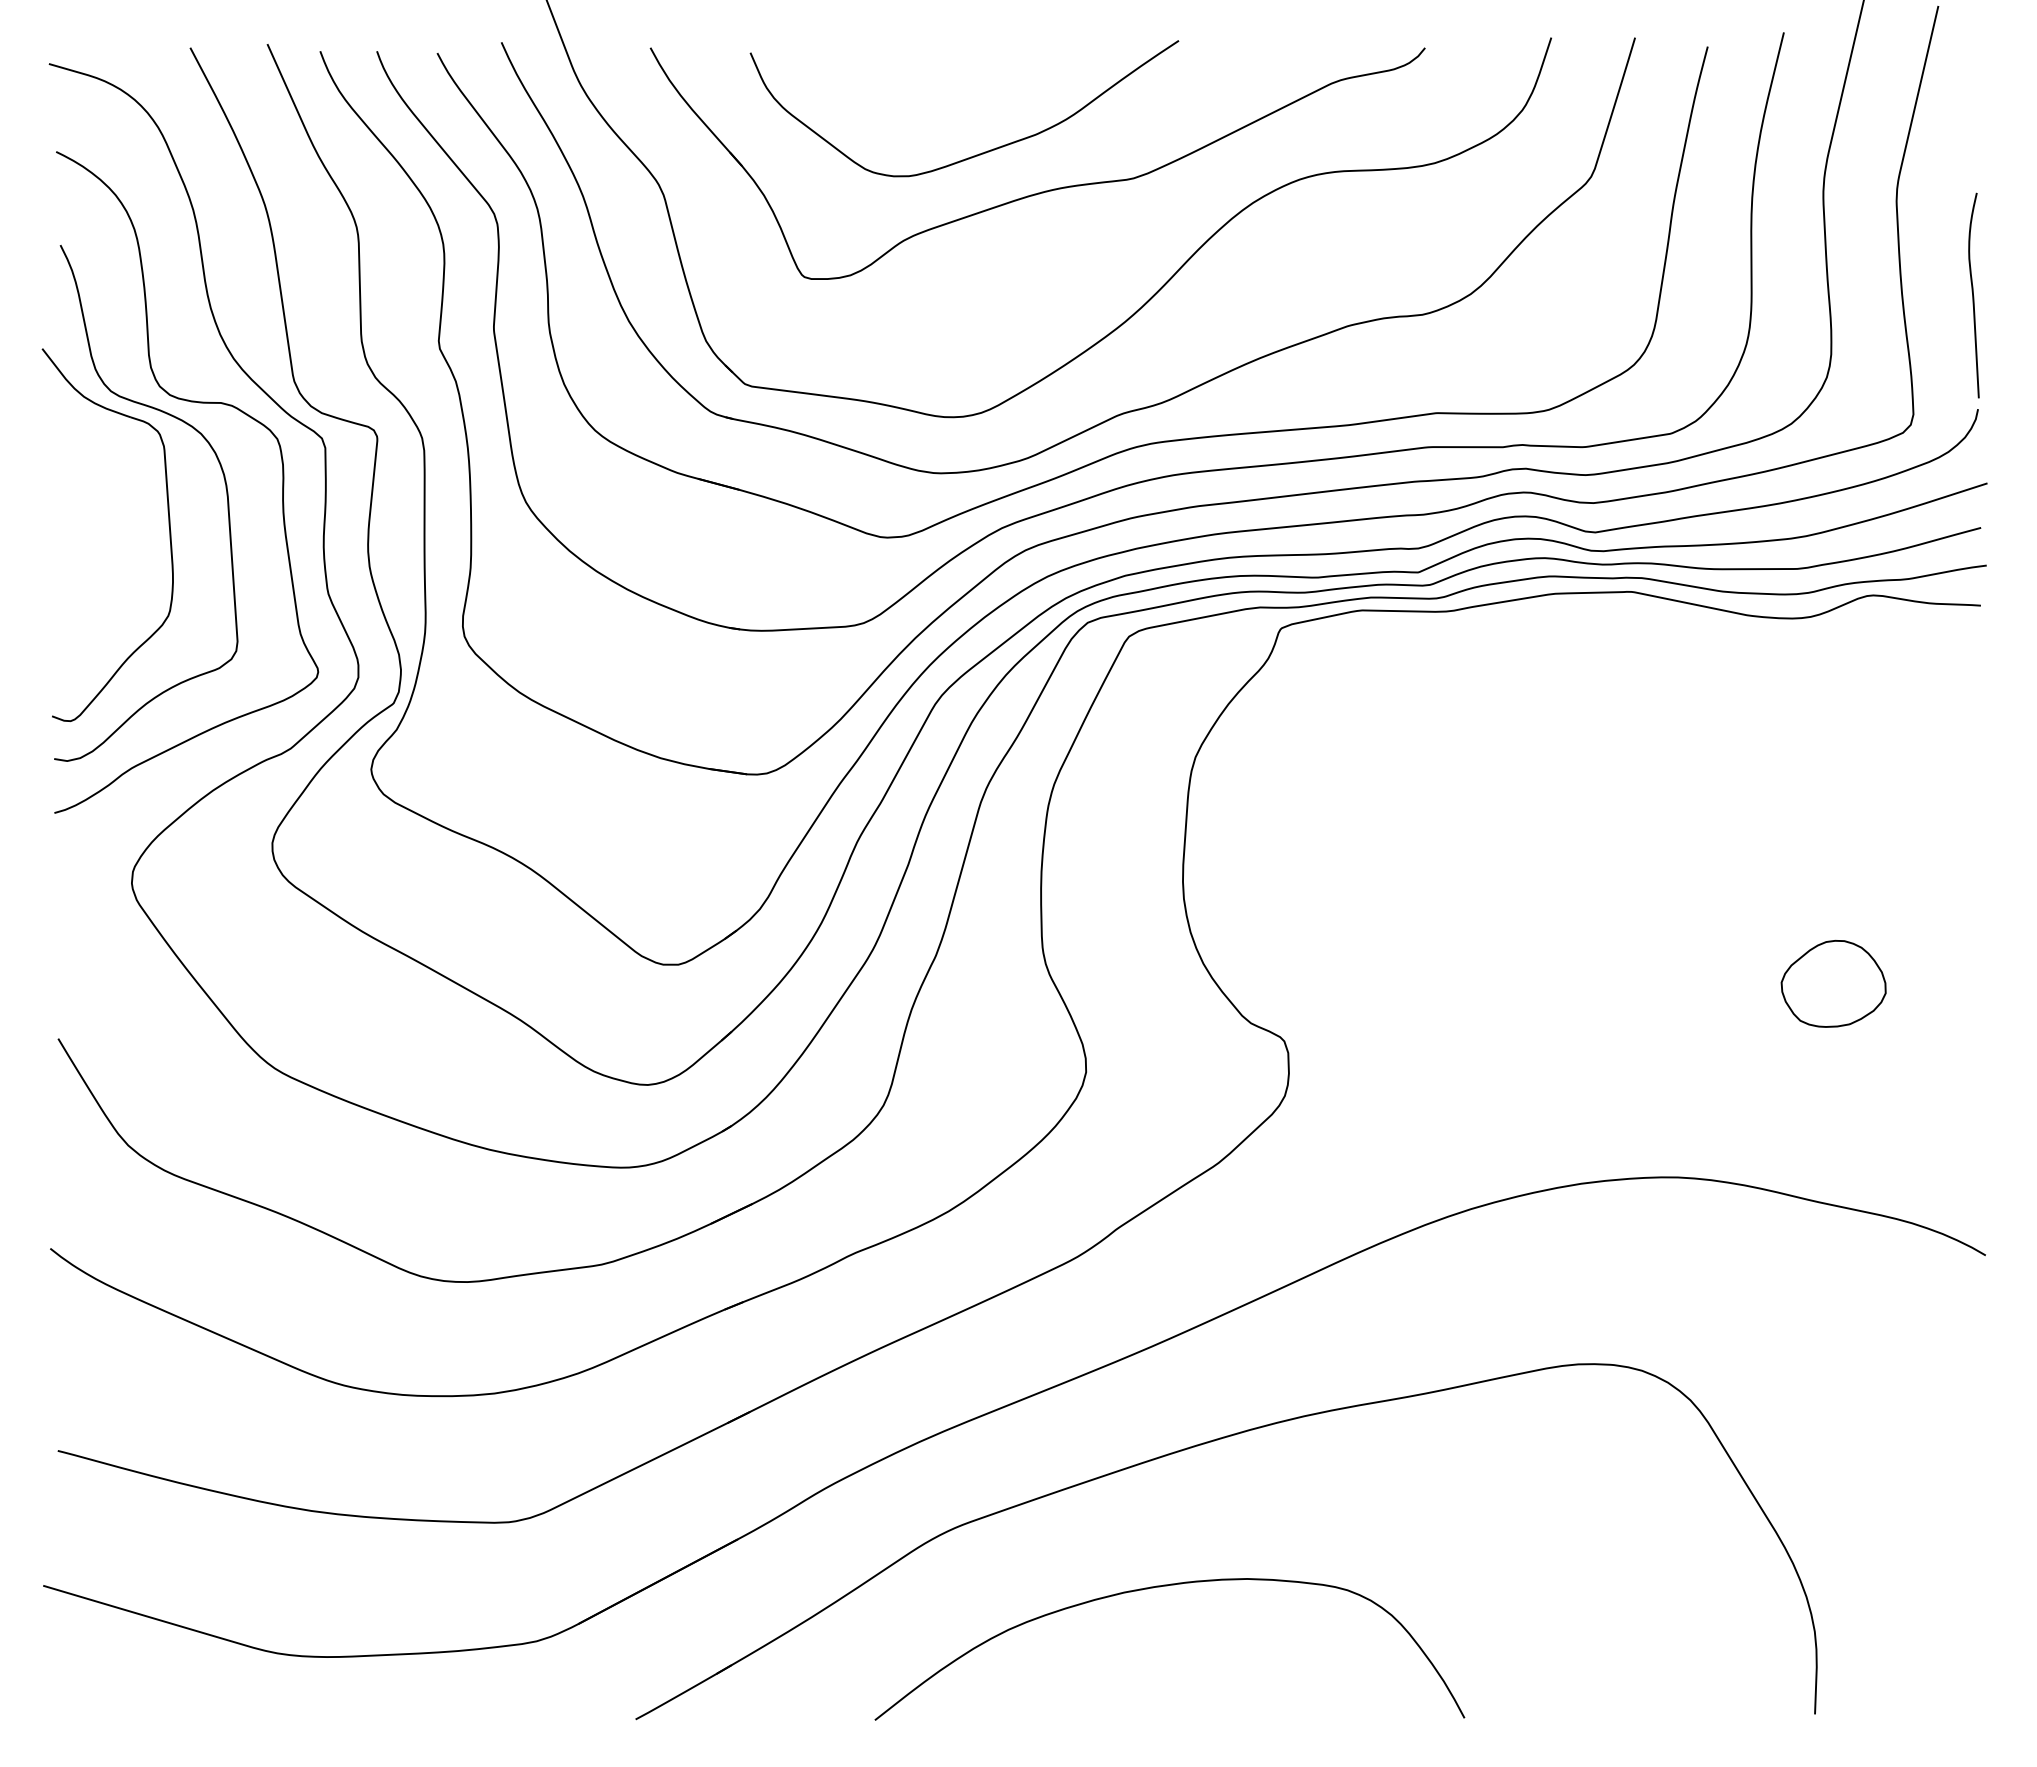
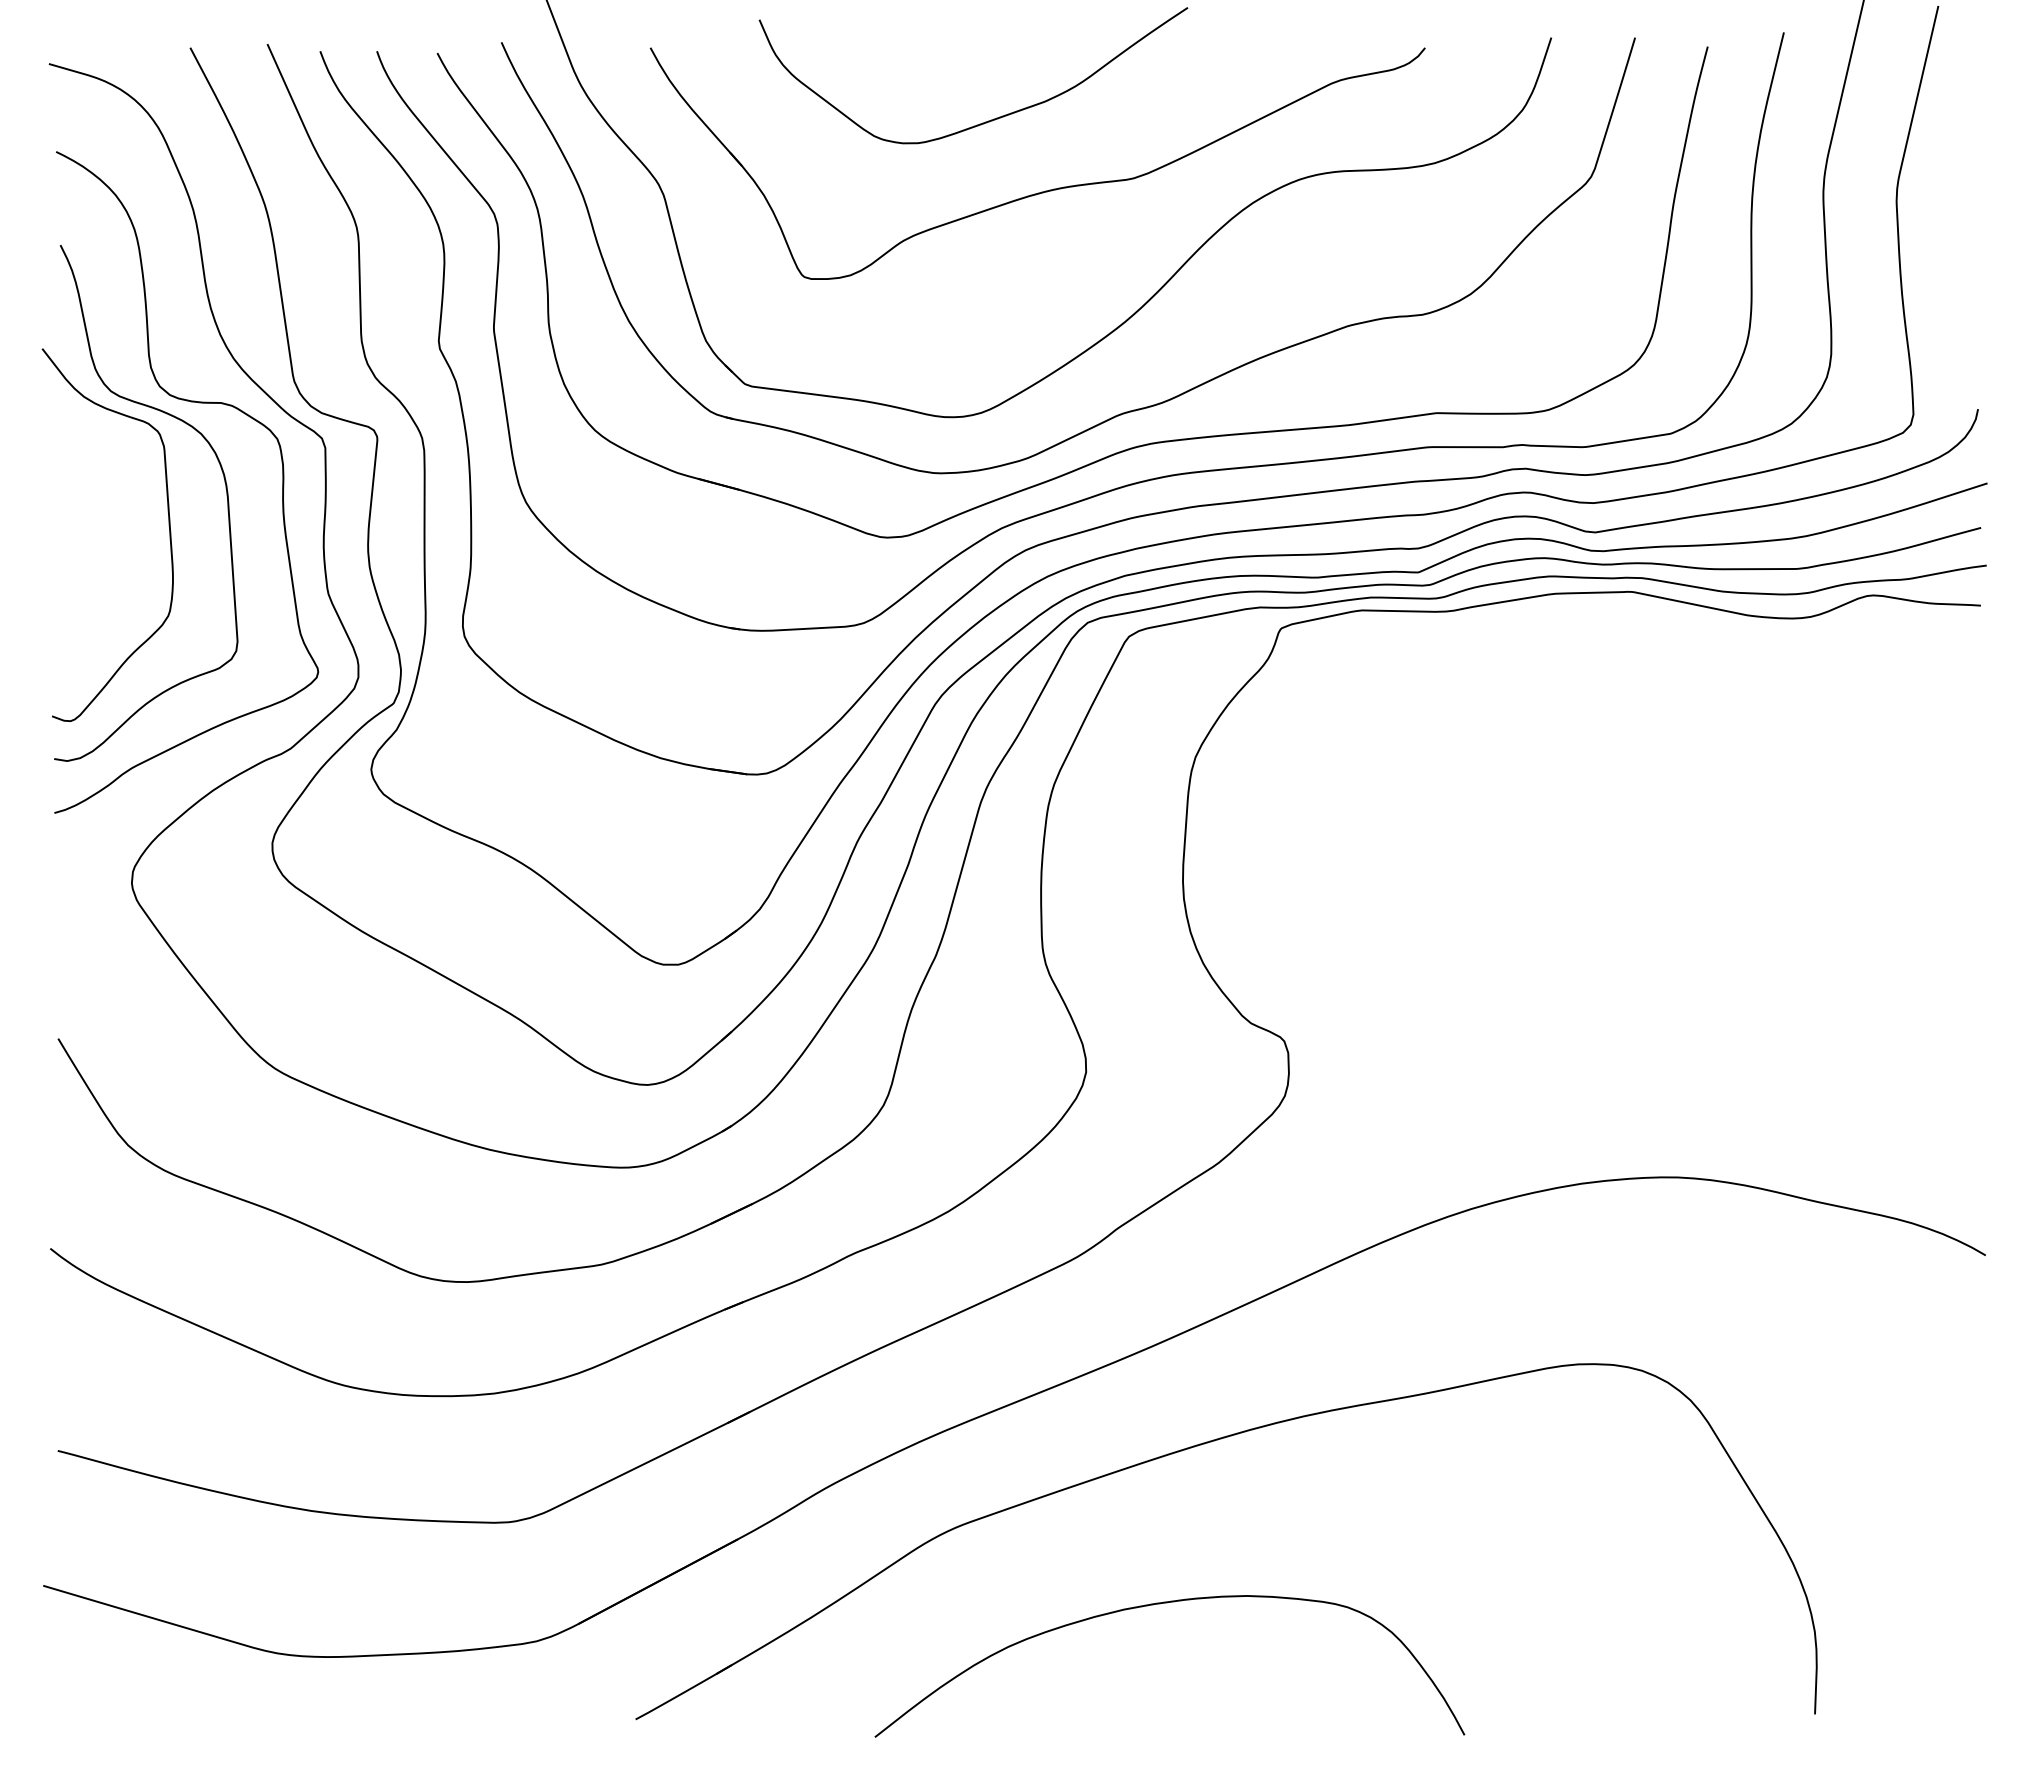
curve at (984, 151) position: (984, 151) -> (993, 118)
curve at (1973, 295): present -> none
part at (1833, 983): present -> none
curve at (1160, 1587) position: (1160, 1587) -> (1160, 1604)
